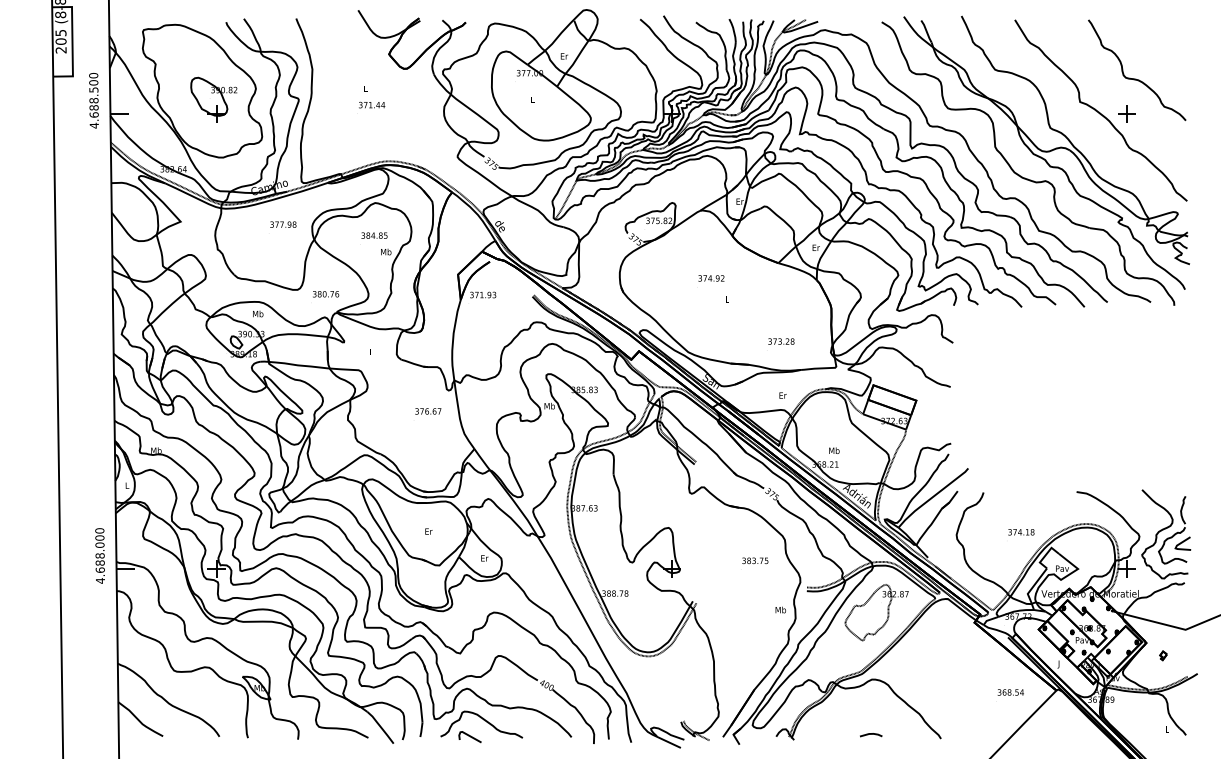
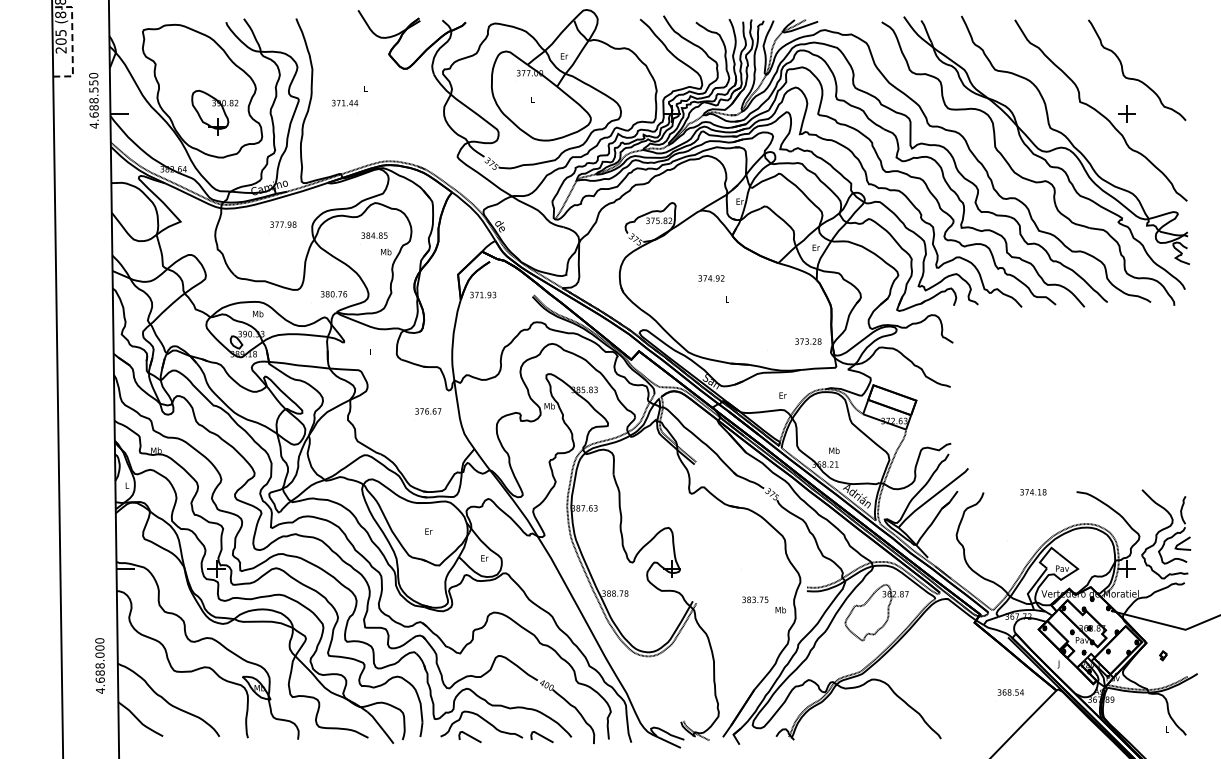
line at (72, 41): solid -> dashed
text at (93, 82): 4.688.500 -> 4.688.550
part at (213, 99) position: (213, 99) -> (214, 112)
text at (372, 104) position: (372, 104) -> (345, 102)
text at (326, 294) position: (326, 294) -> (334, 294)
text at (781, 341) position: (781, 341) -> (808, 341)
text at (1021, 532) position: (1021, 532) -> (1033, 492)
text at (99, 555) position: (99, 555) -> (99, 665)
text at (755, 560) position: (755, 560) -> (755, 599)
line at (871, 734): present -> none
line at (541, 736): none -> present
